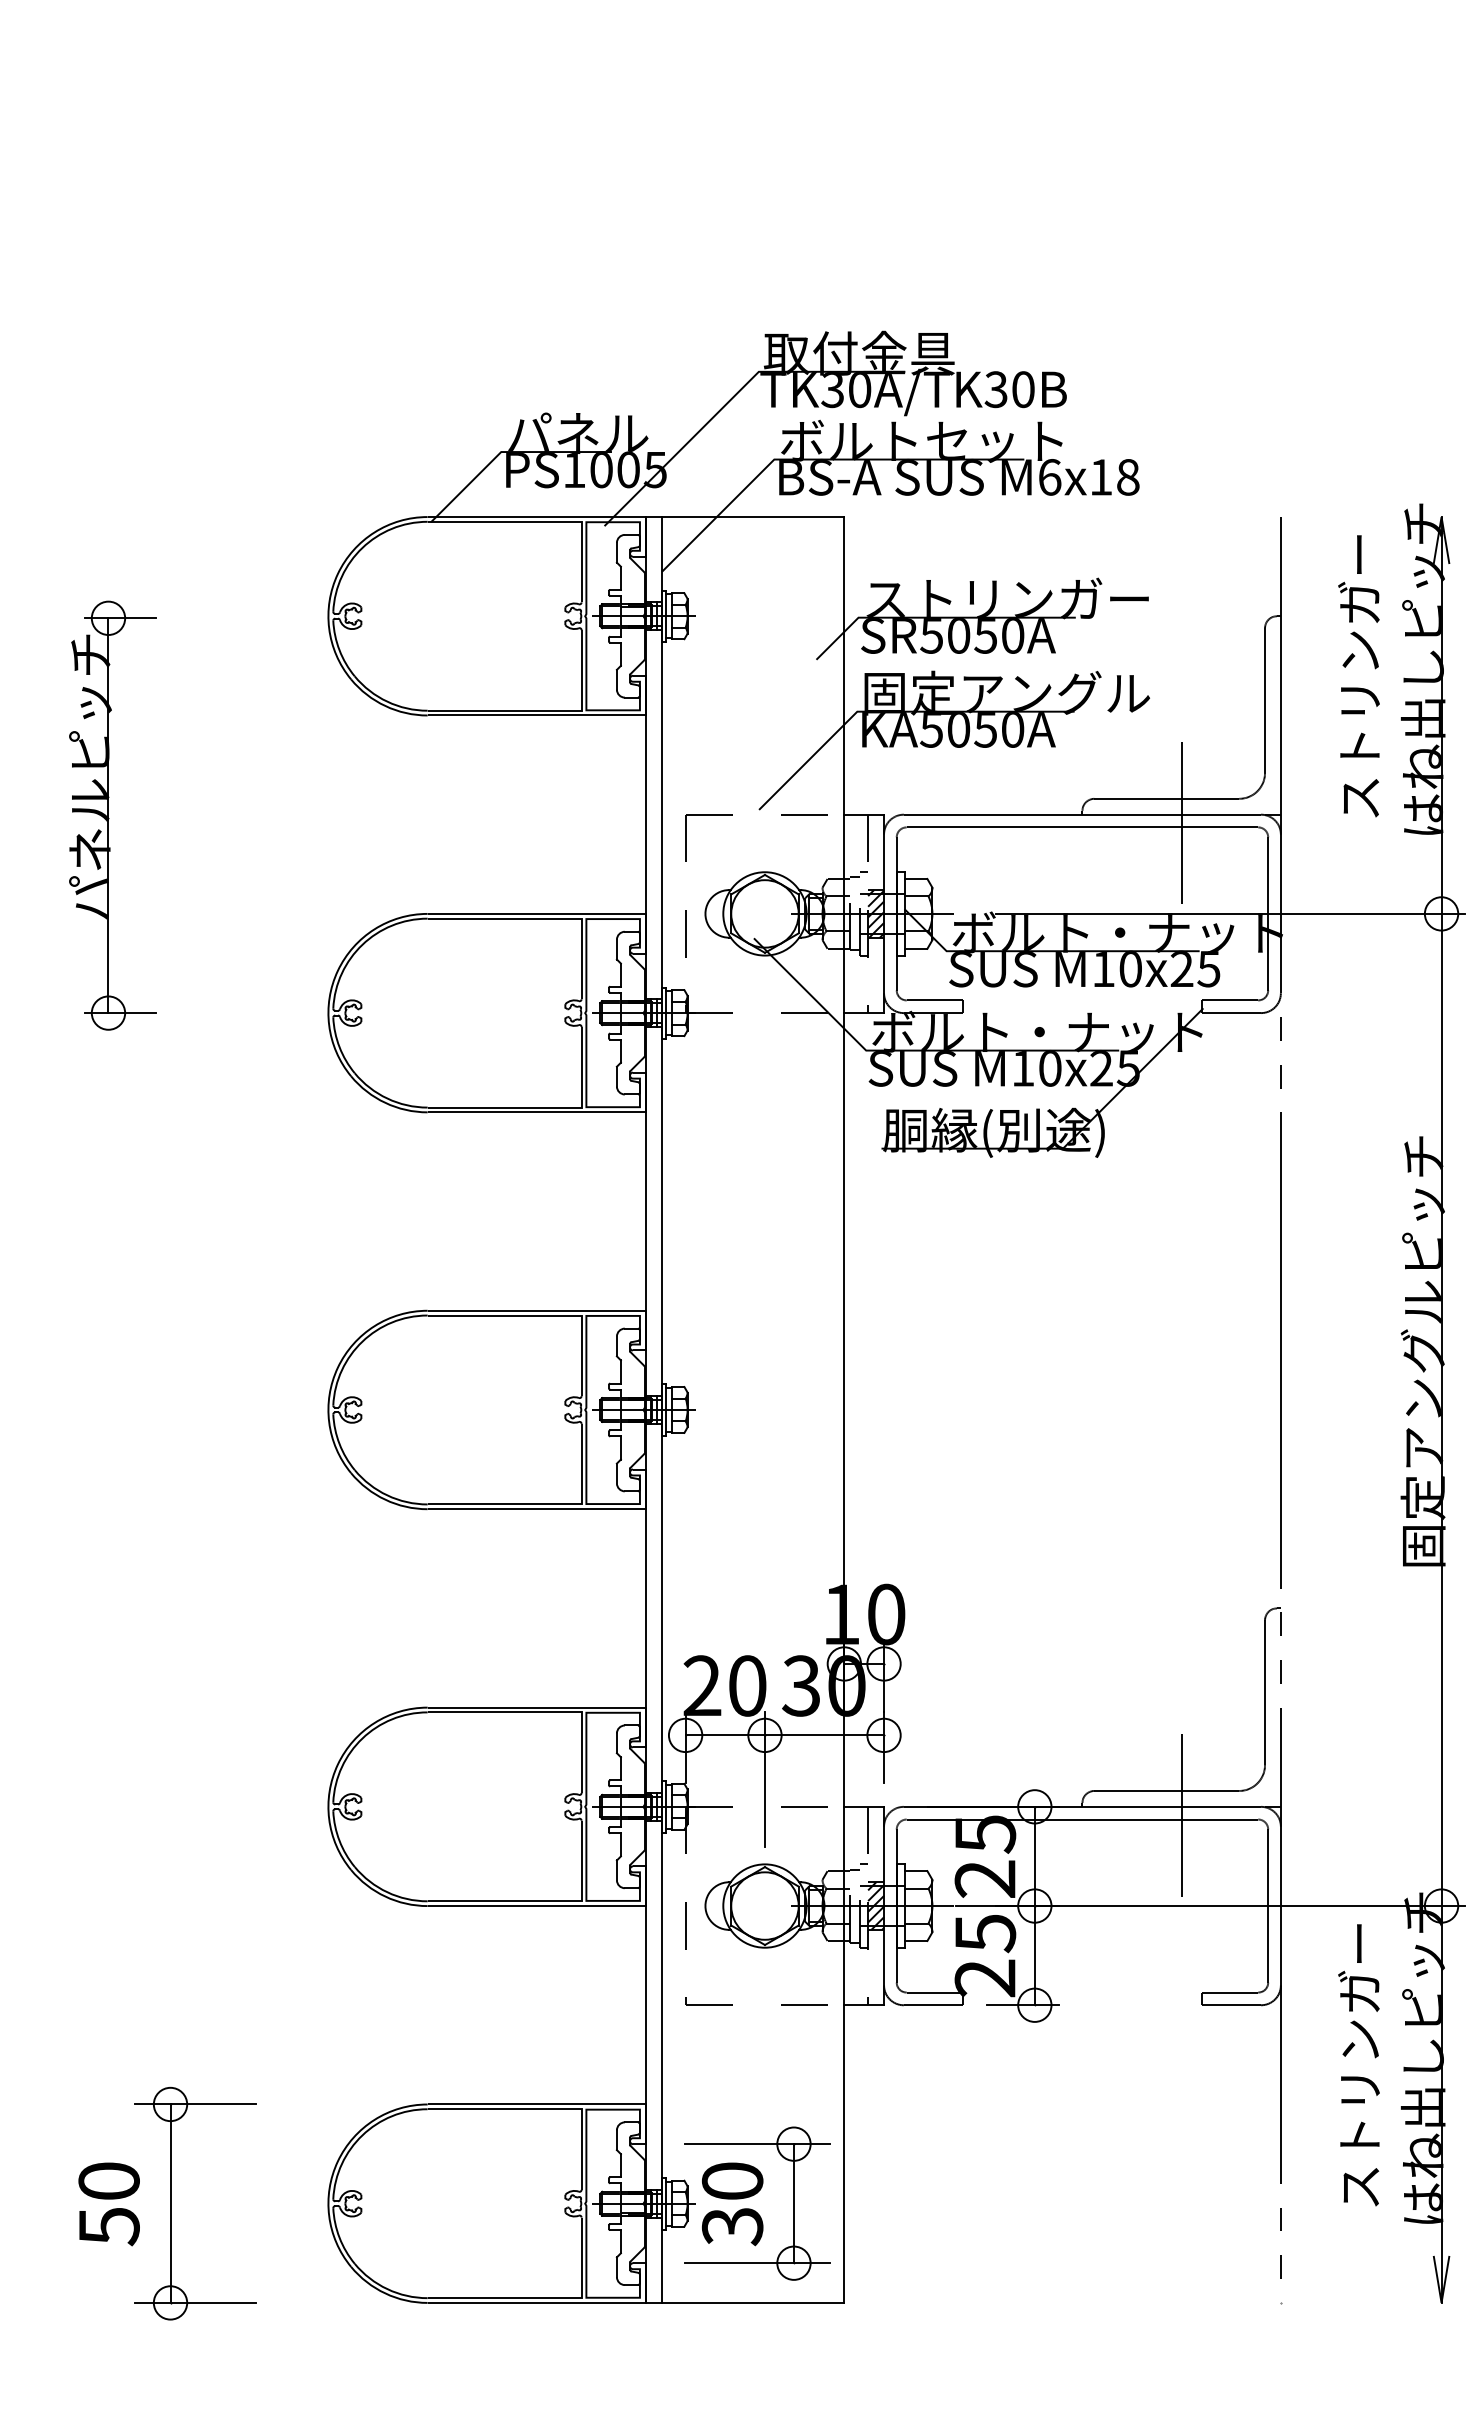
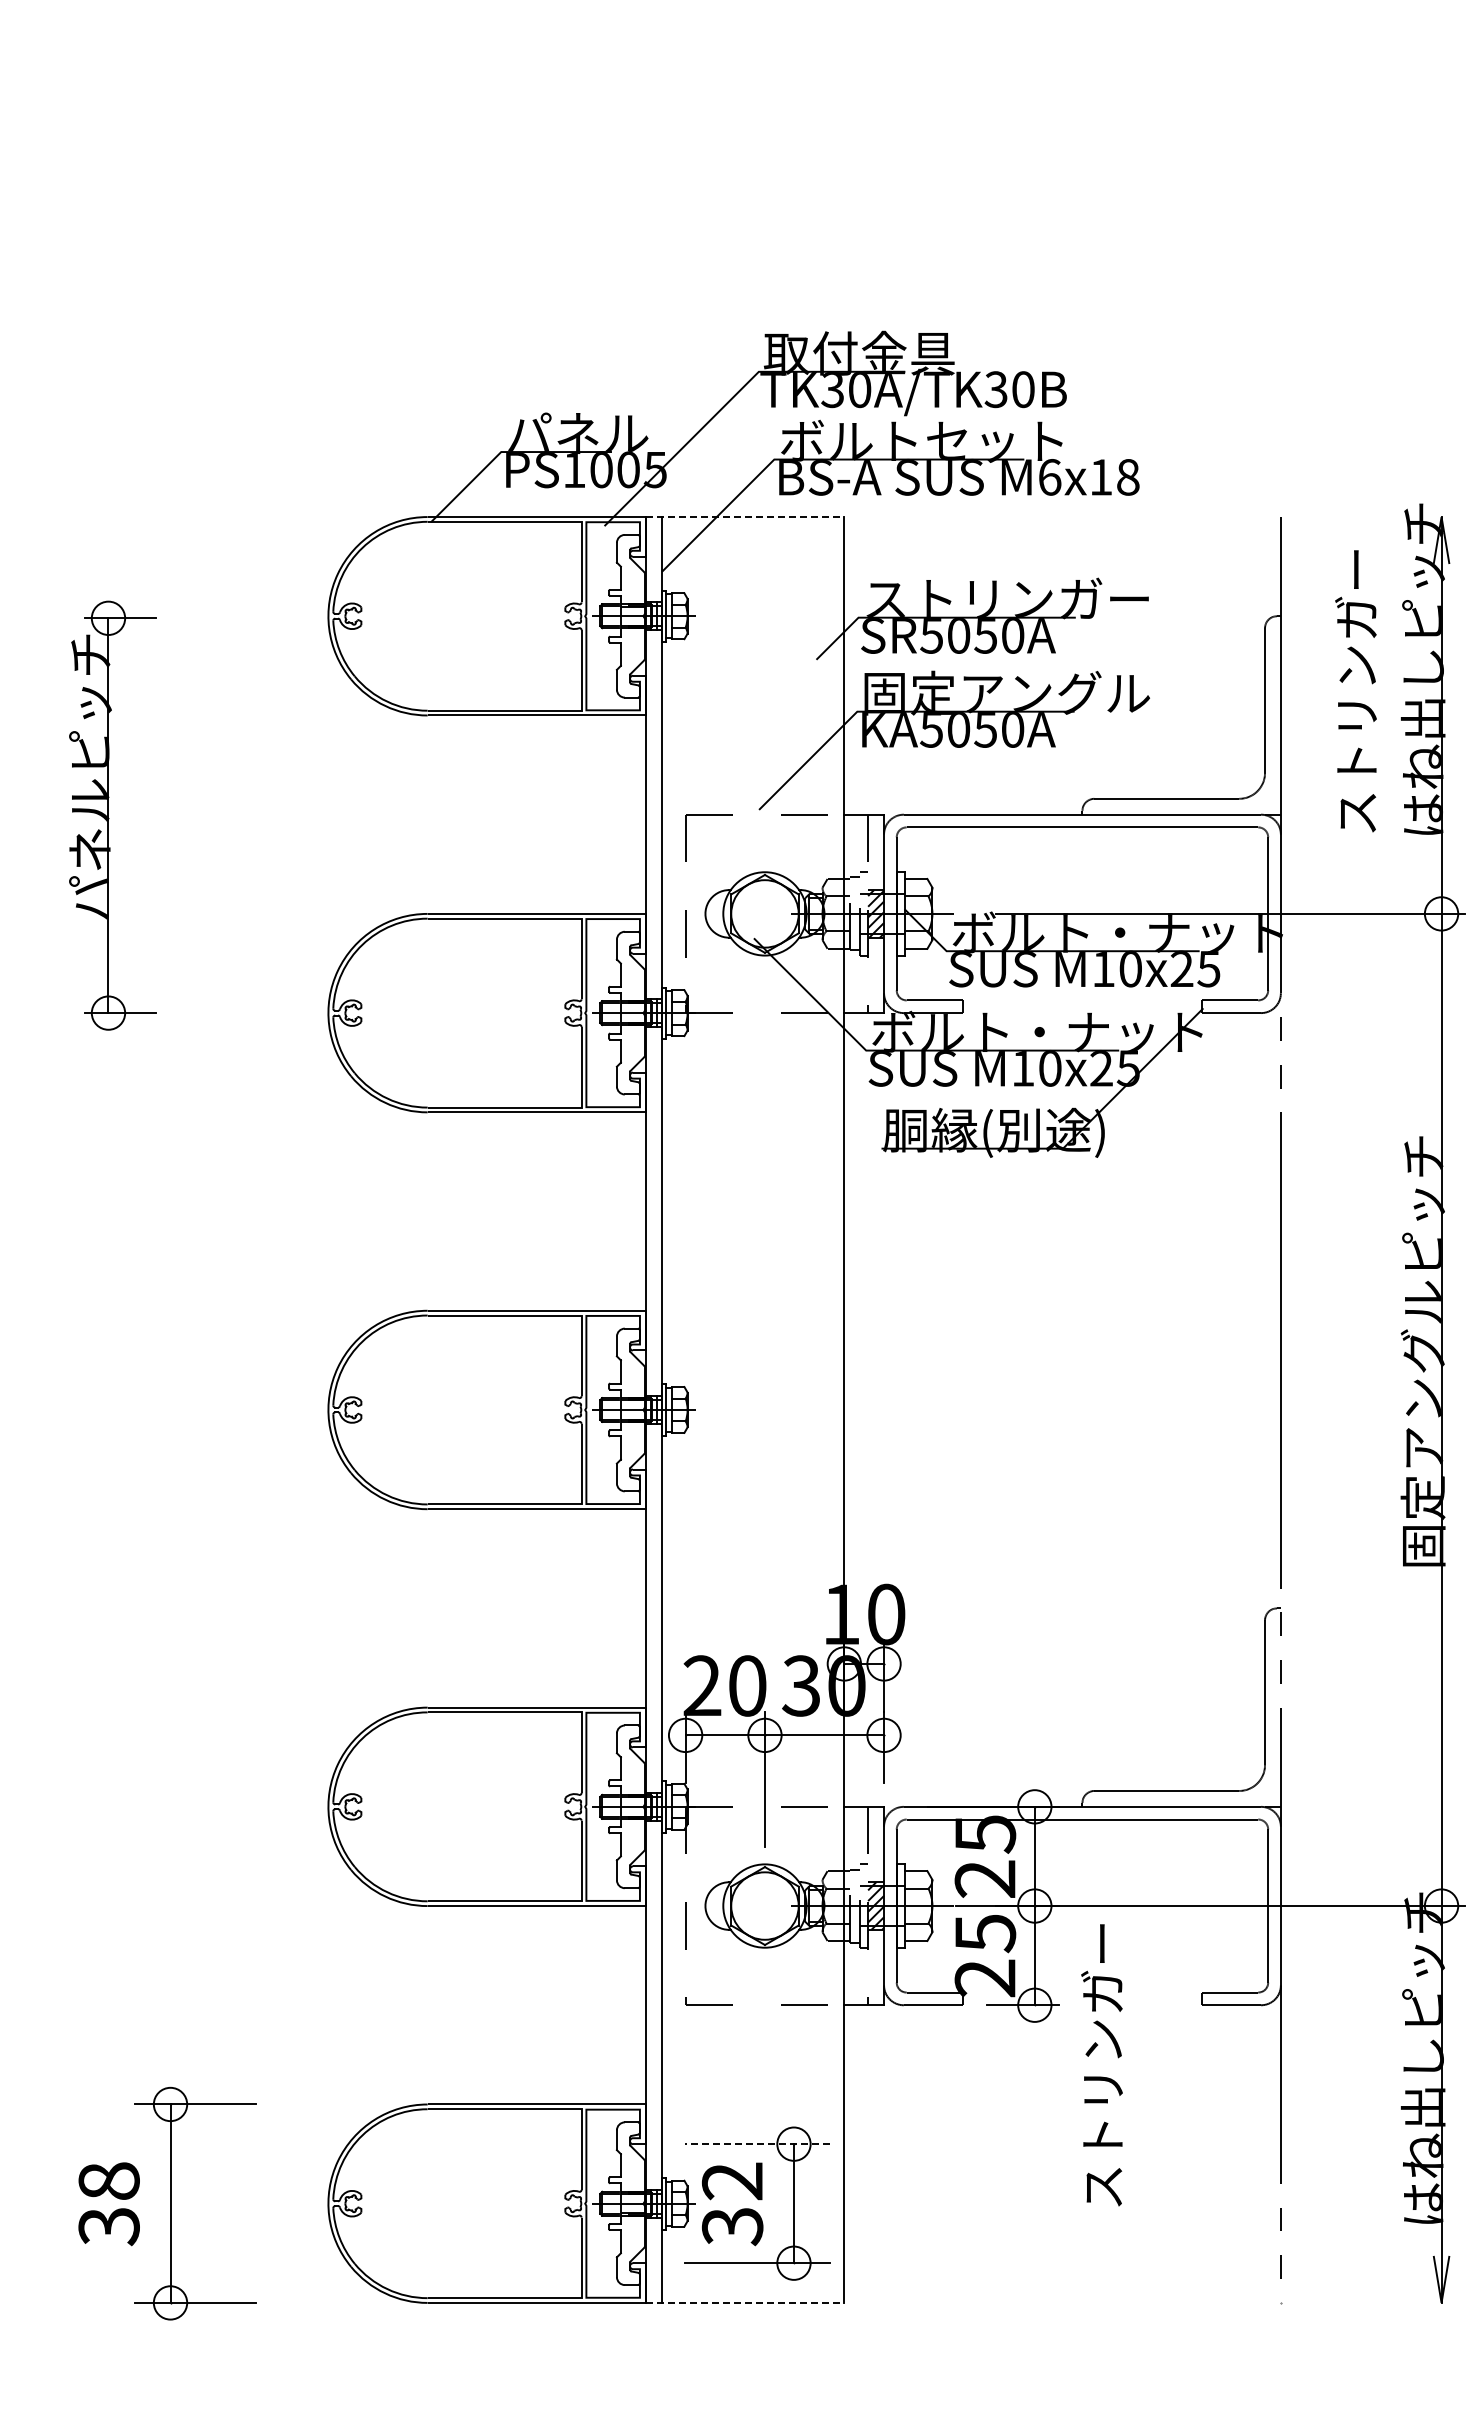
line at (745, 517): solid -> dashed
text at (1358, 676) position: (1358, 676) -> (1355, 691)
line at (1181, 822): present -> none
line at (1181, 1815): present -> none
text at (1358, 2065) position: (1358, 2065) -> (1101, 2065)
line at (757, 2144): solid -> dashed
text at (732, 2181): 30 -> 32
text at (108, 2204): 50 -> 38
line at (745, 2302): solid -> dashed
